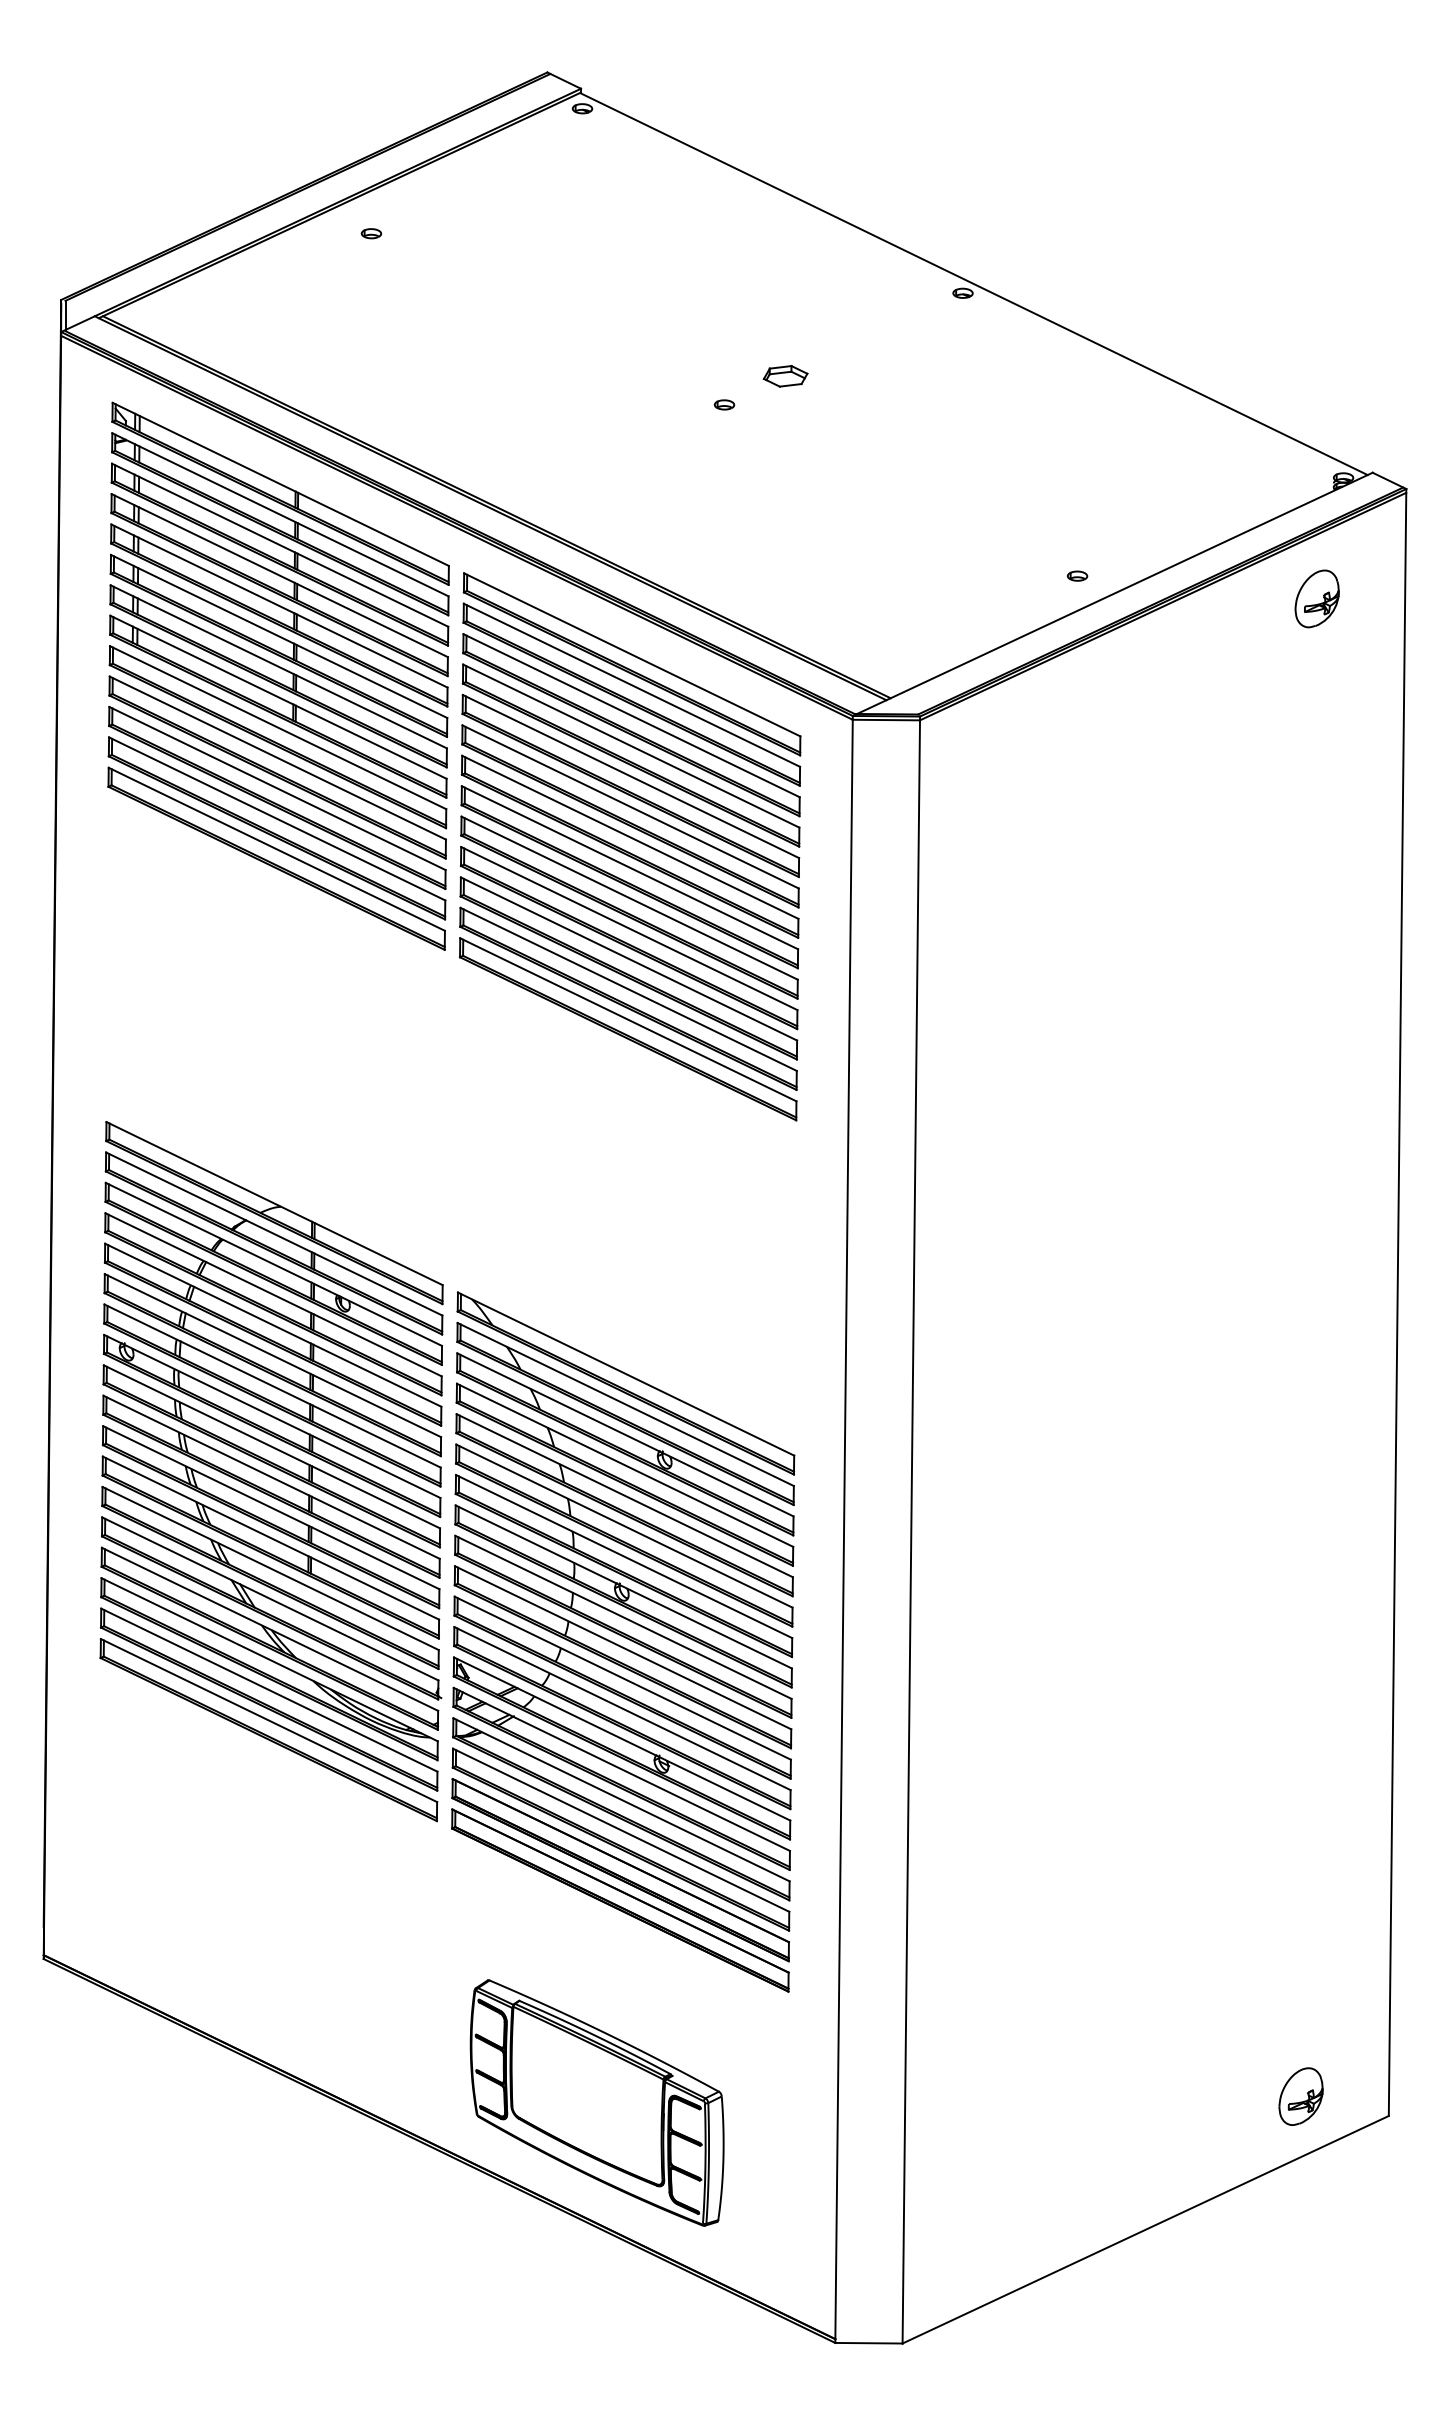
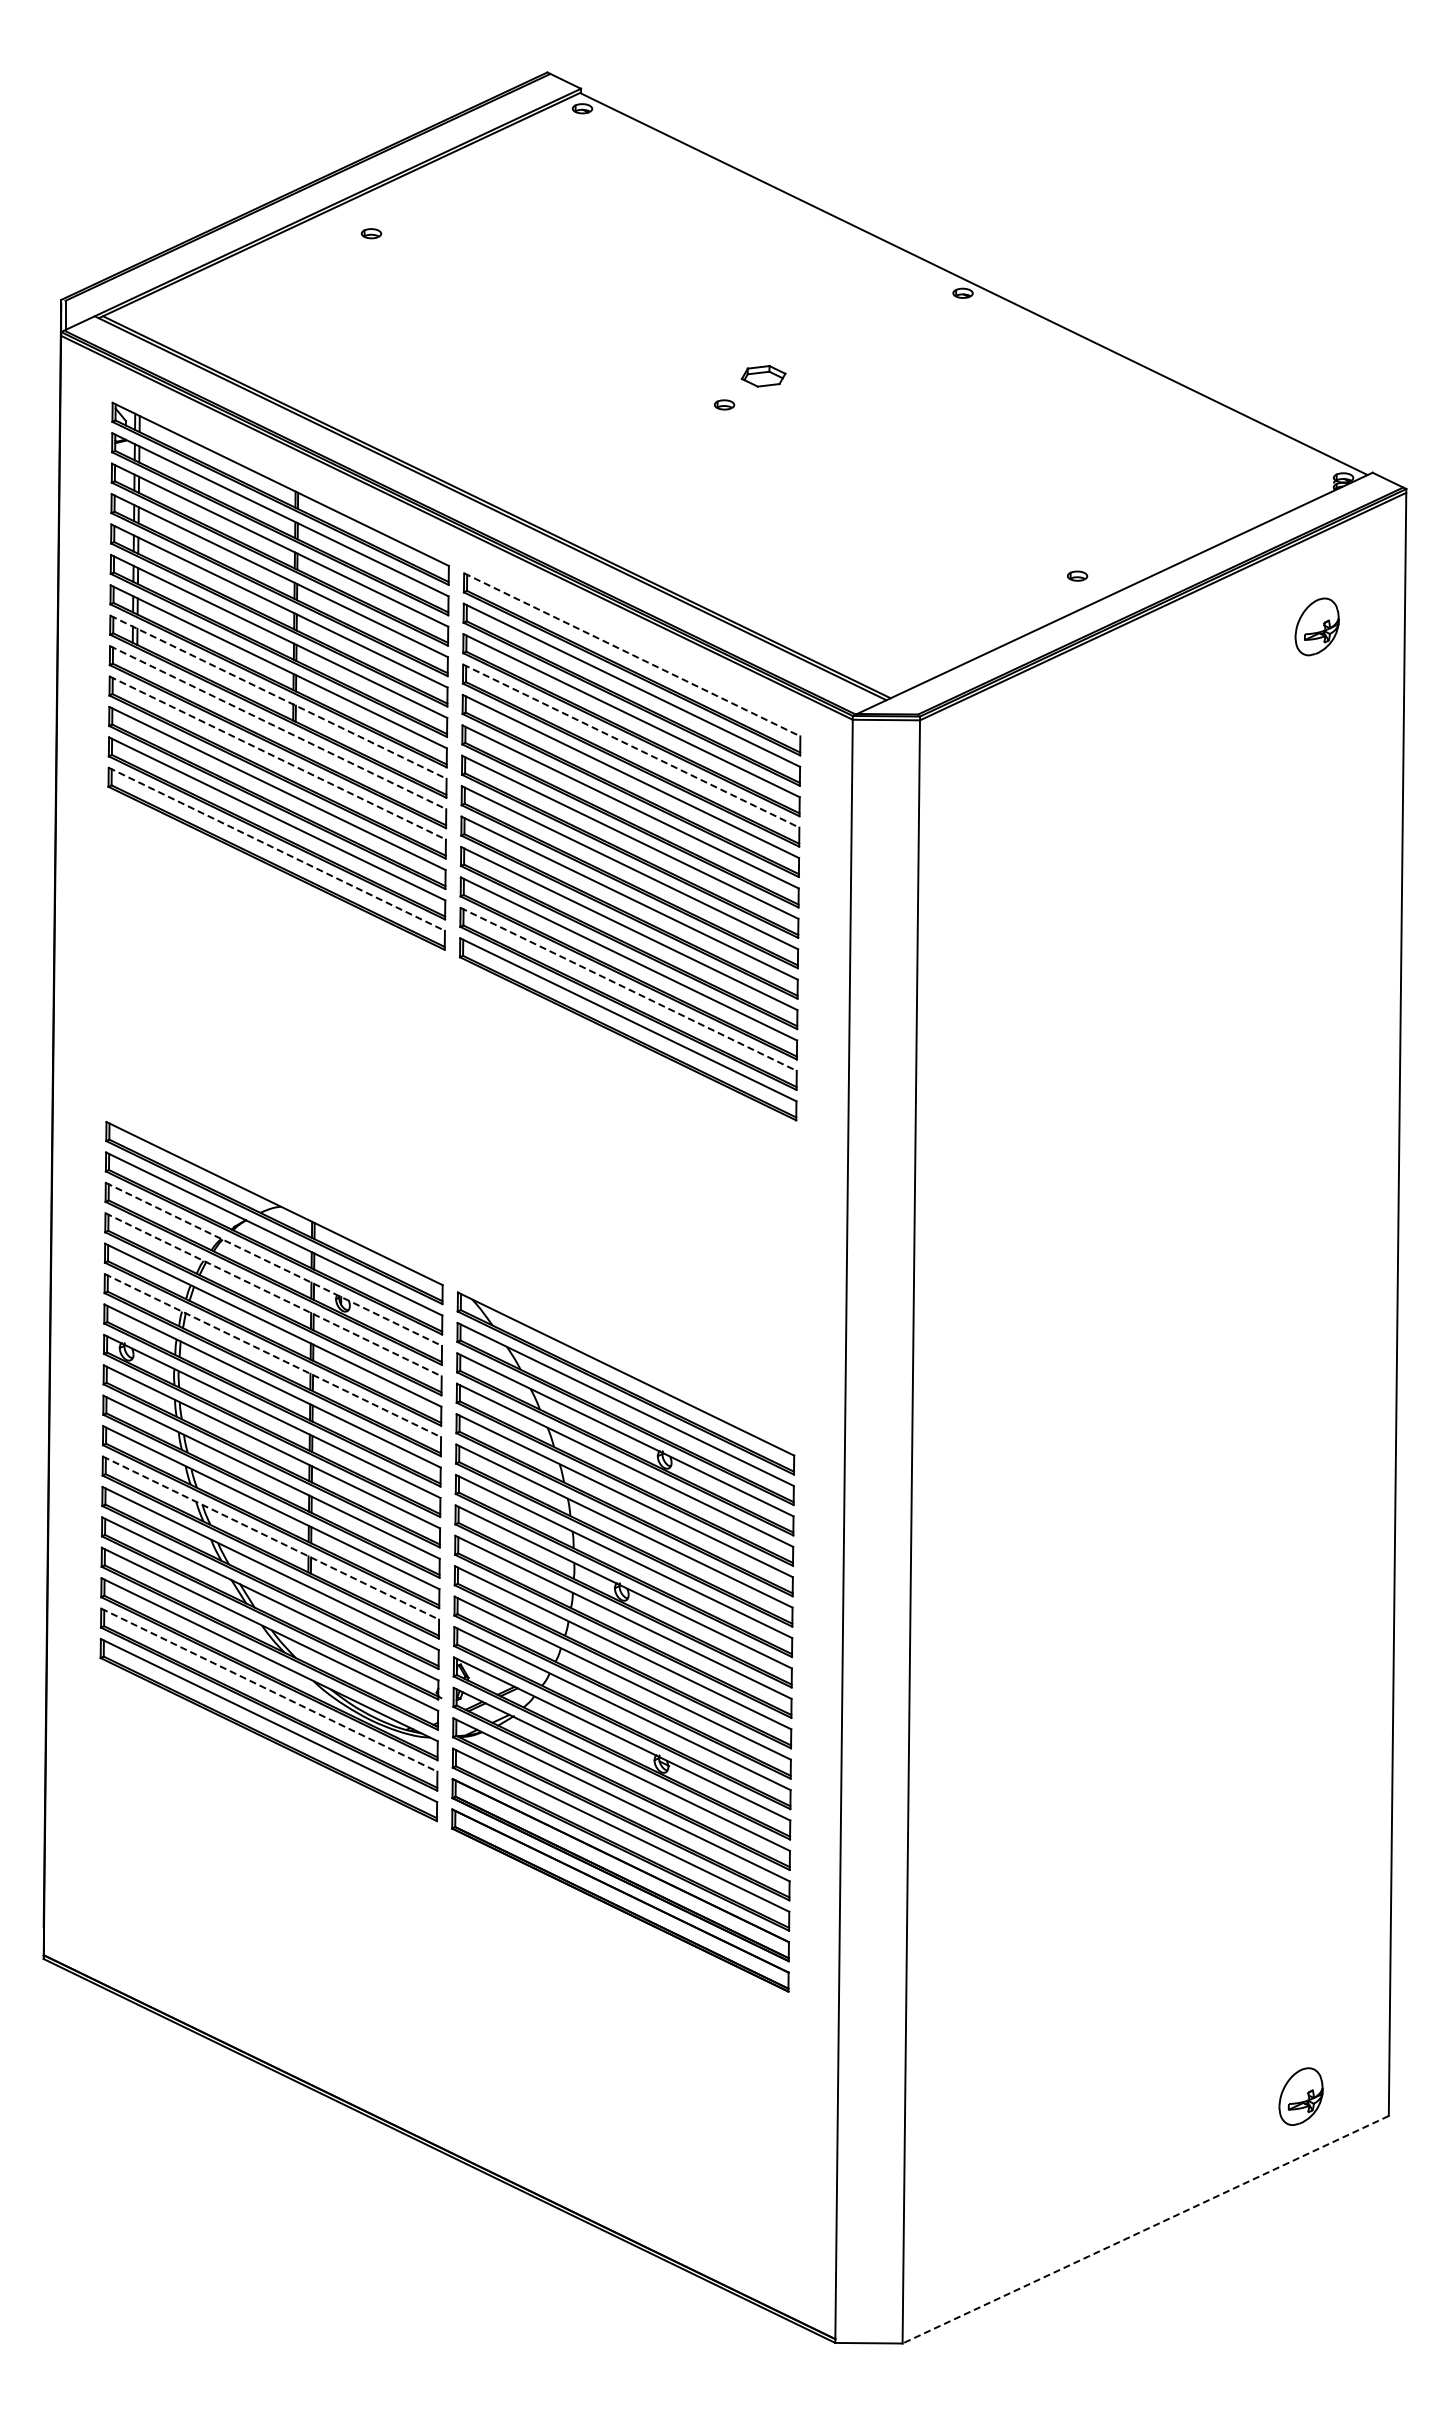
part at (785, 376) position: (785, 376) -> (763, 376)
part at (1316, 598) position: (1316, 598) -> (1316, 626)
line at (632, 654): solid -> dashed
line at (278, 697): solid -> dashed
line at (278, 727): solid -> dashed
line at (631, 746): solid -> dashed
line at (277, 758): solid -> dashed
line at (276, 849): solid -> dashed
line at (628, 989): solid -> dashed
line at (273, 1264): solid -> dashed
line at (273, 1294): solid -> dashed
line at (272, 1355): solid -> dashed
line at (270, 1538): solid -> dashed
line at (269, 1690): solid -> dashed
part at (596, 2102): present -> none
line at (1145, 2229): solid -> dashed
